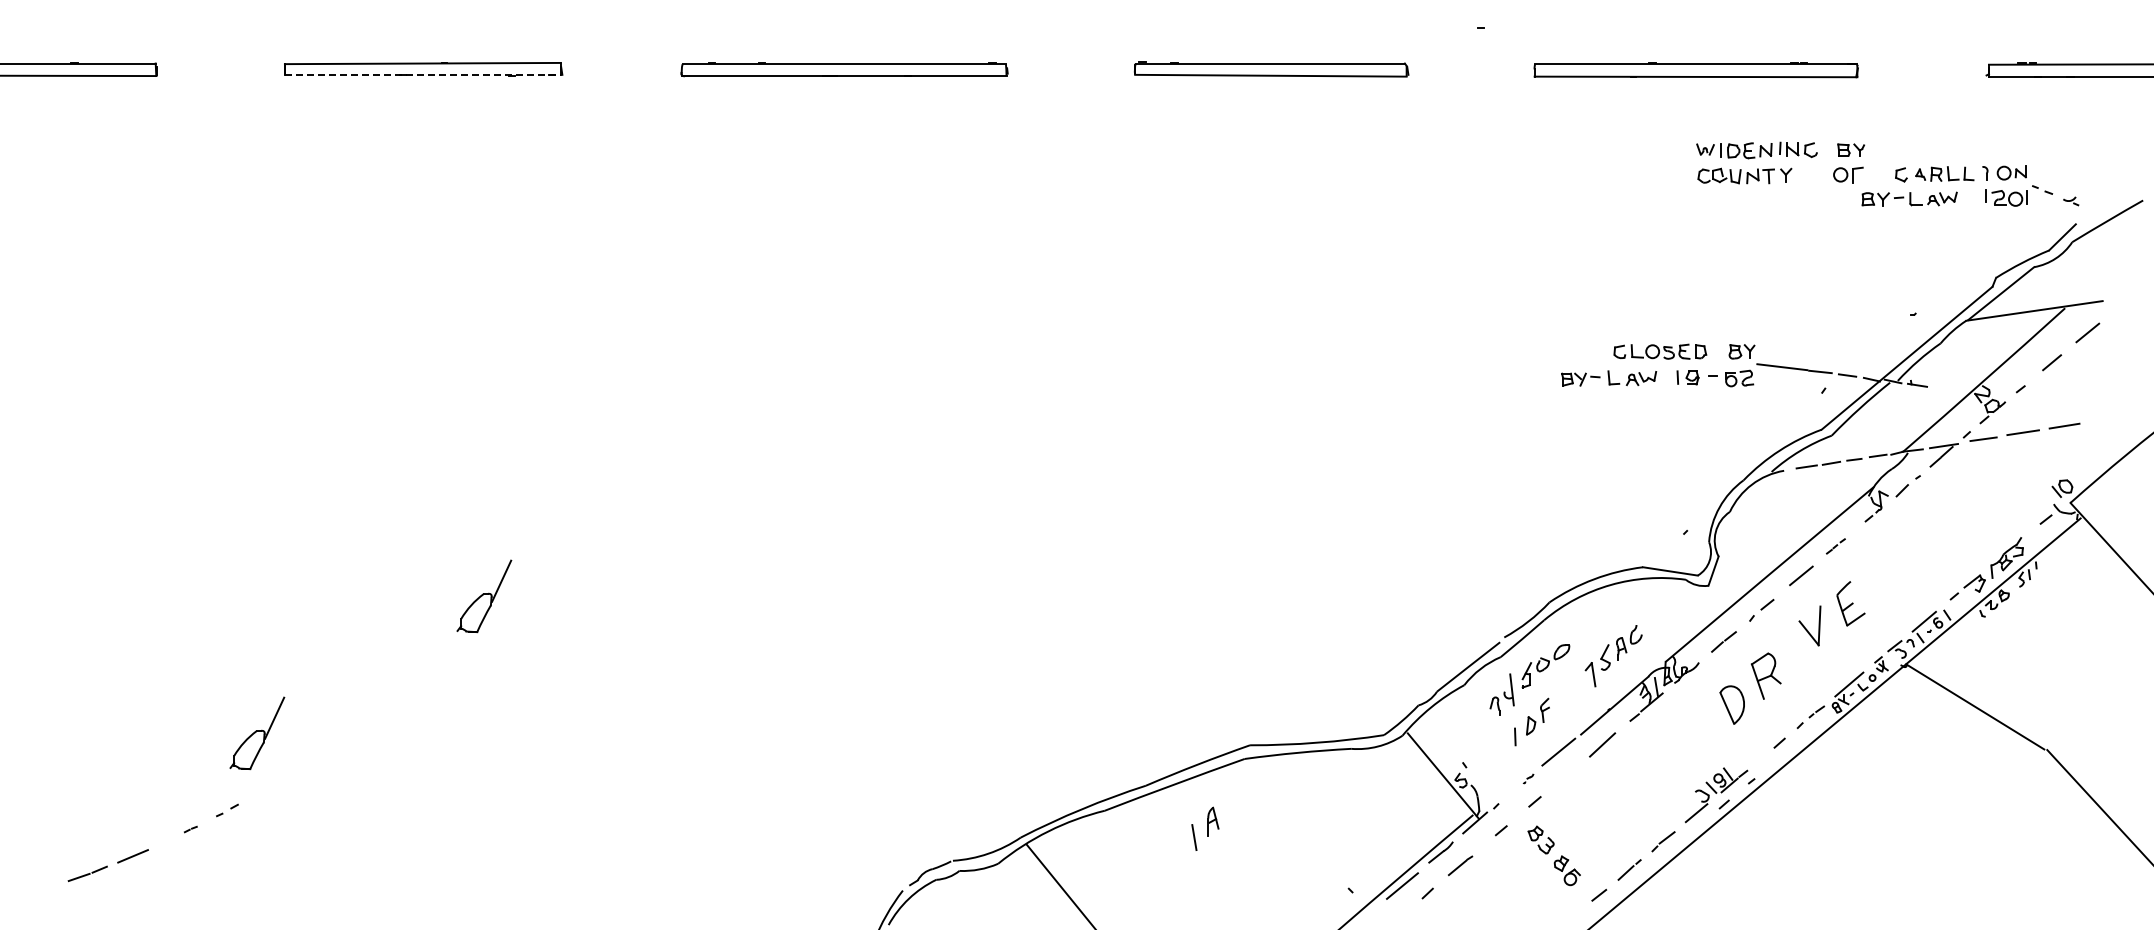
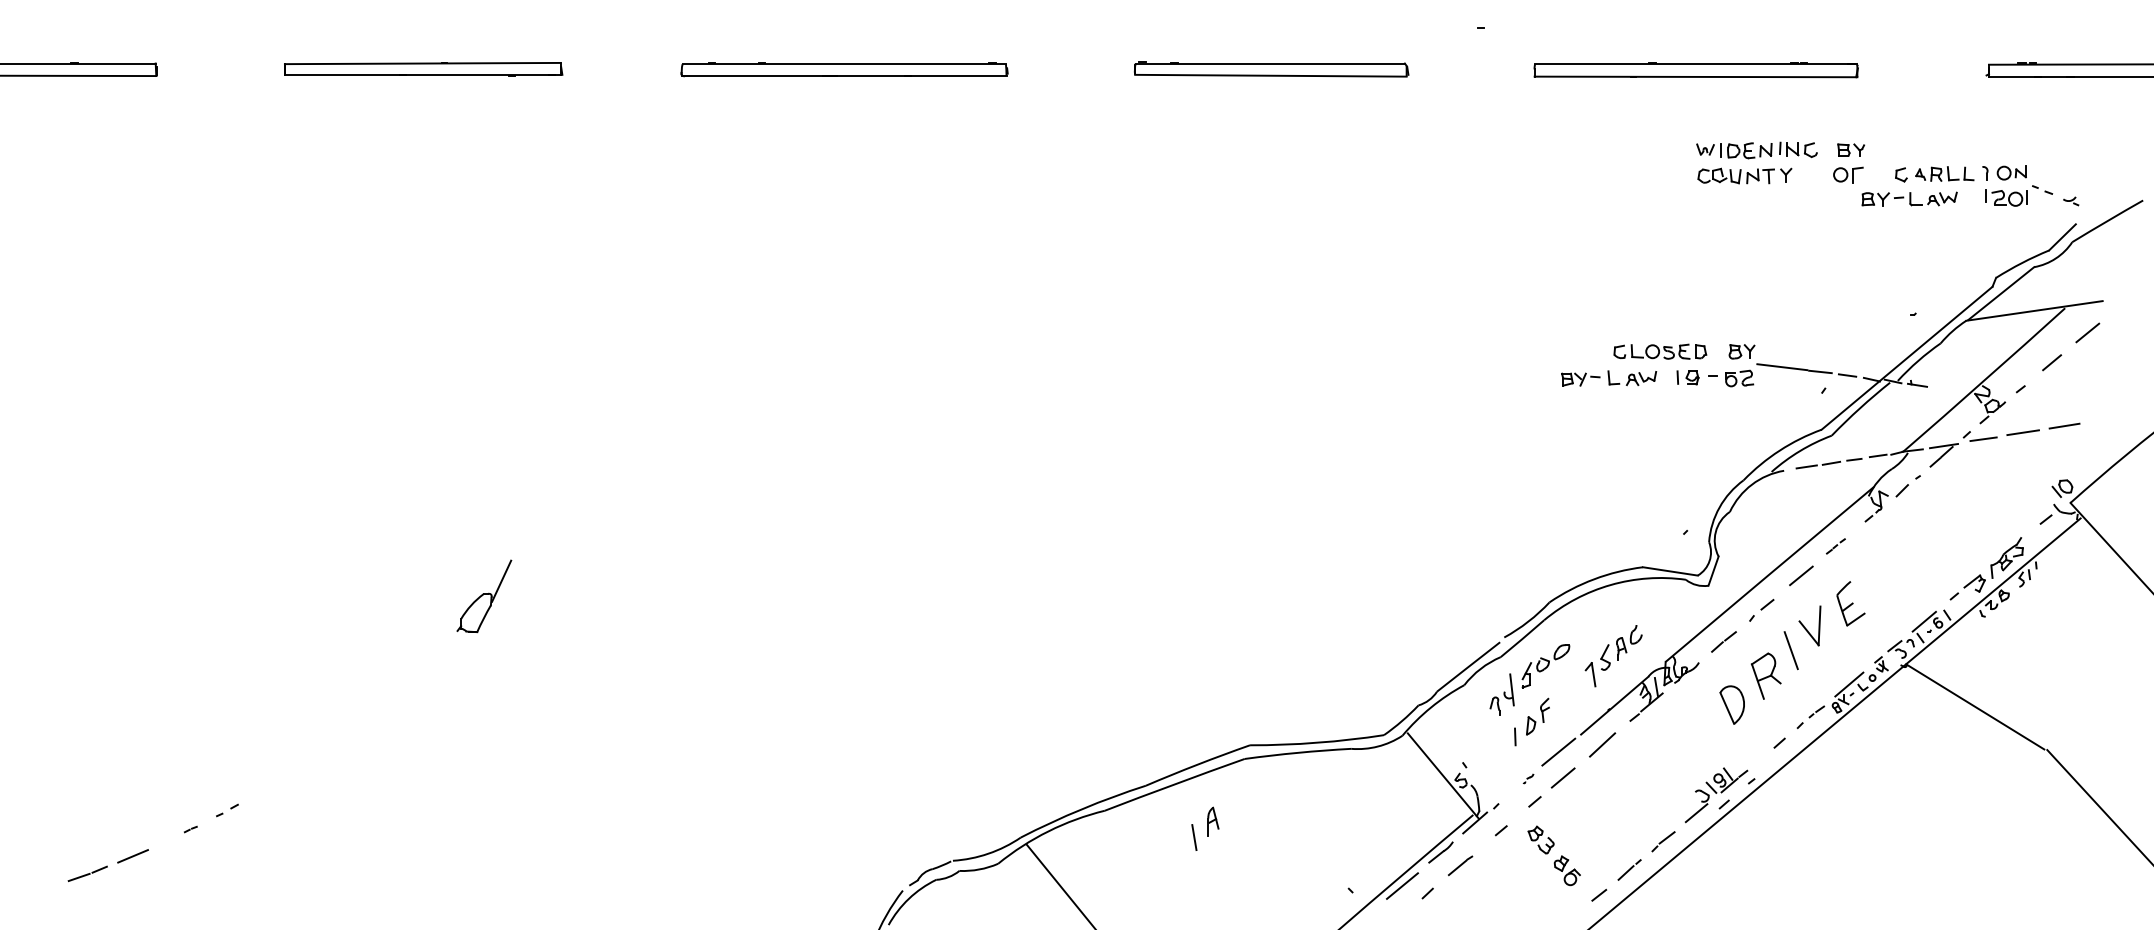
line at (422, 75): dashed -> solid
line at (1790, 650): none -> present
part at (257, 733): present -> none
line at (1562, 777): none -> present
